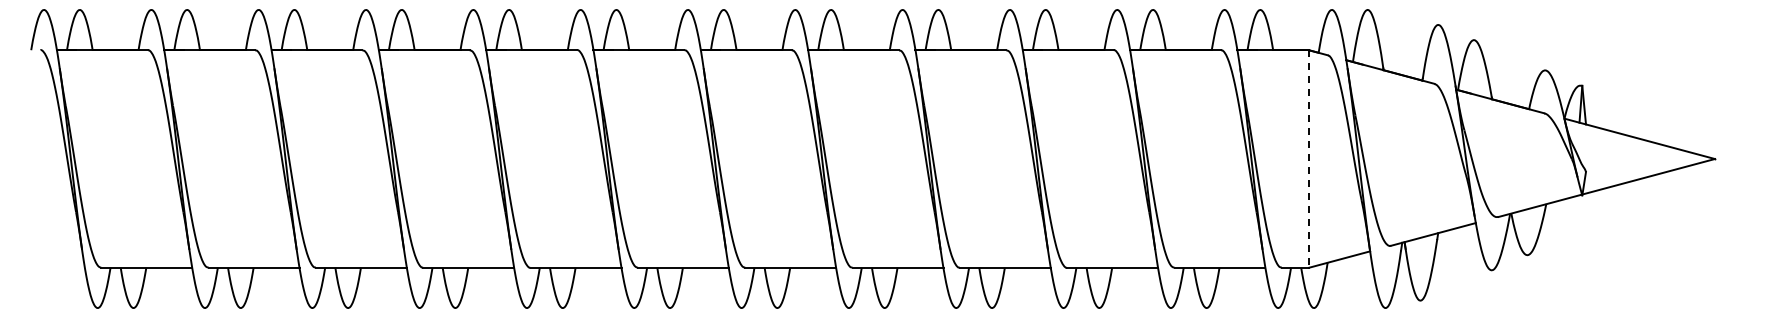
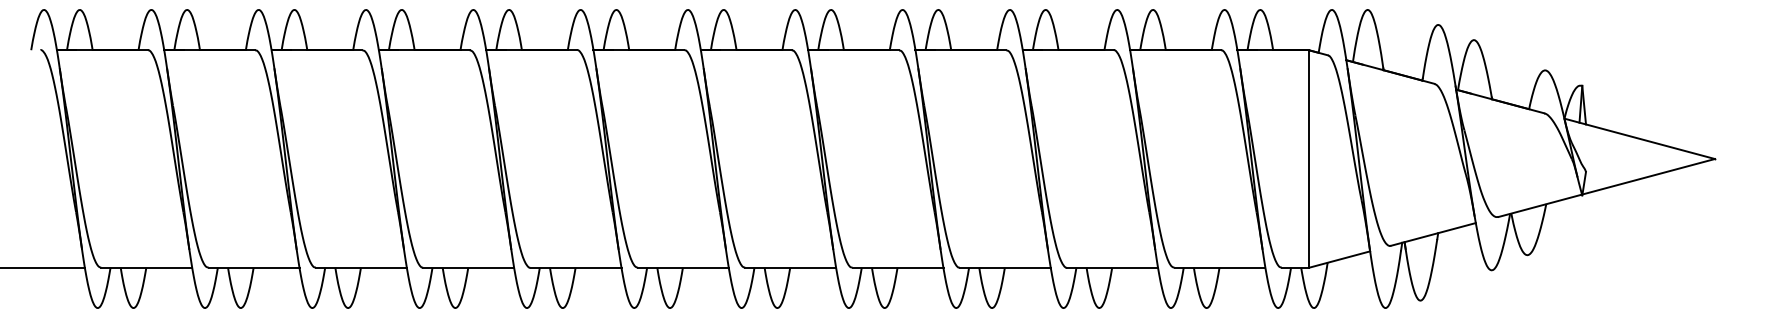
line at (1308, 159): dashed -> solid
line at (43, 267): none -> present
